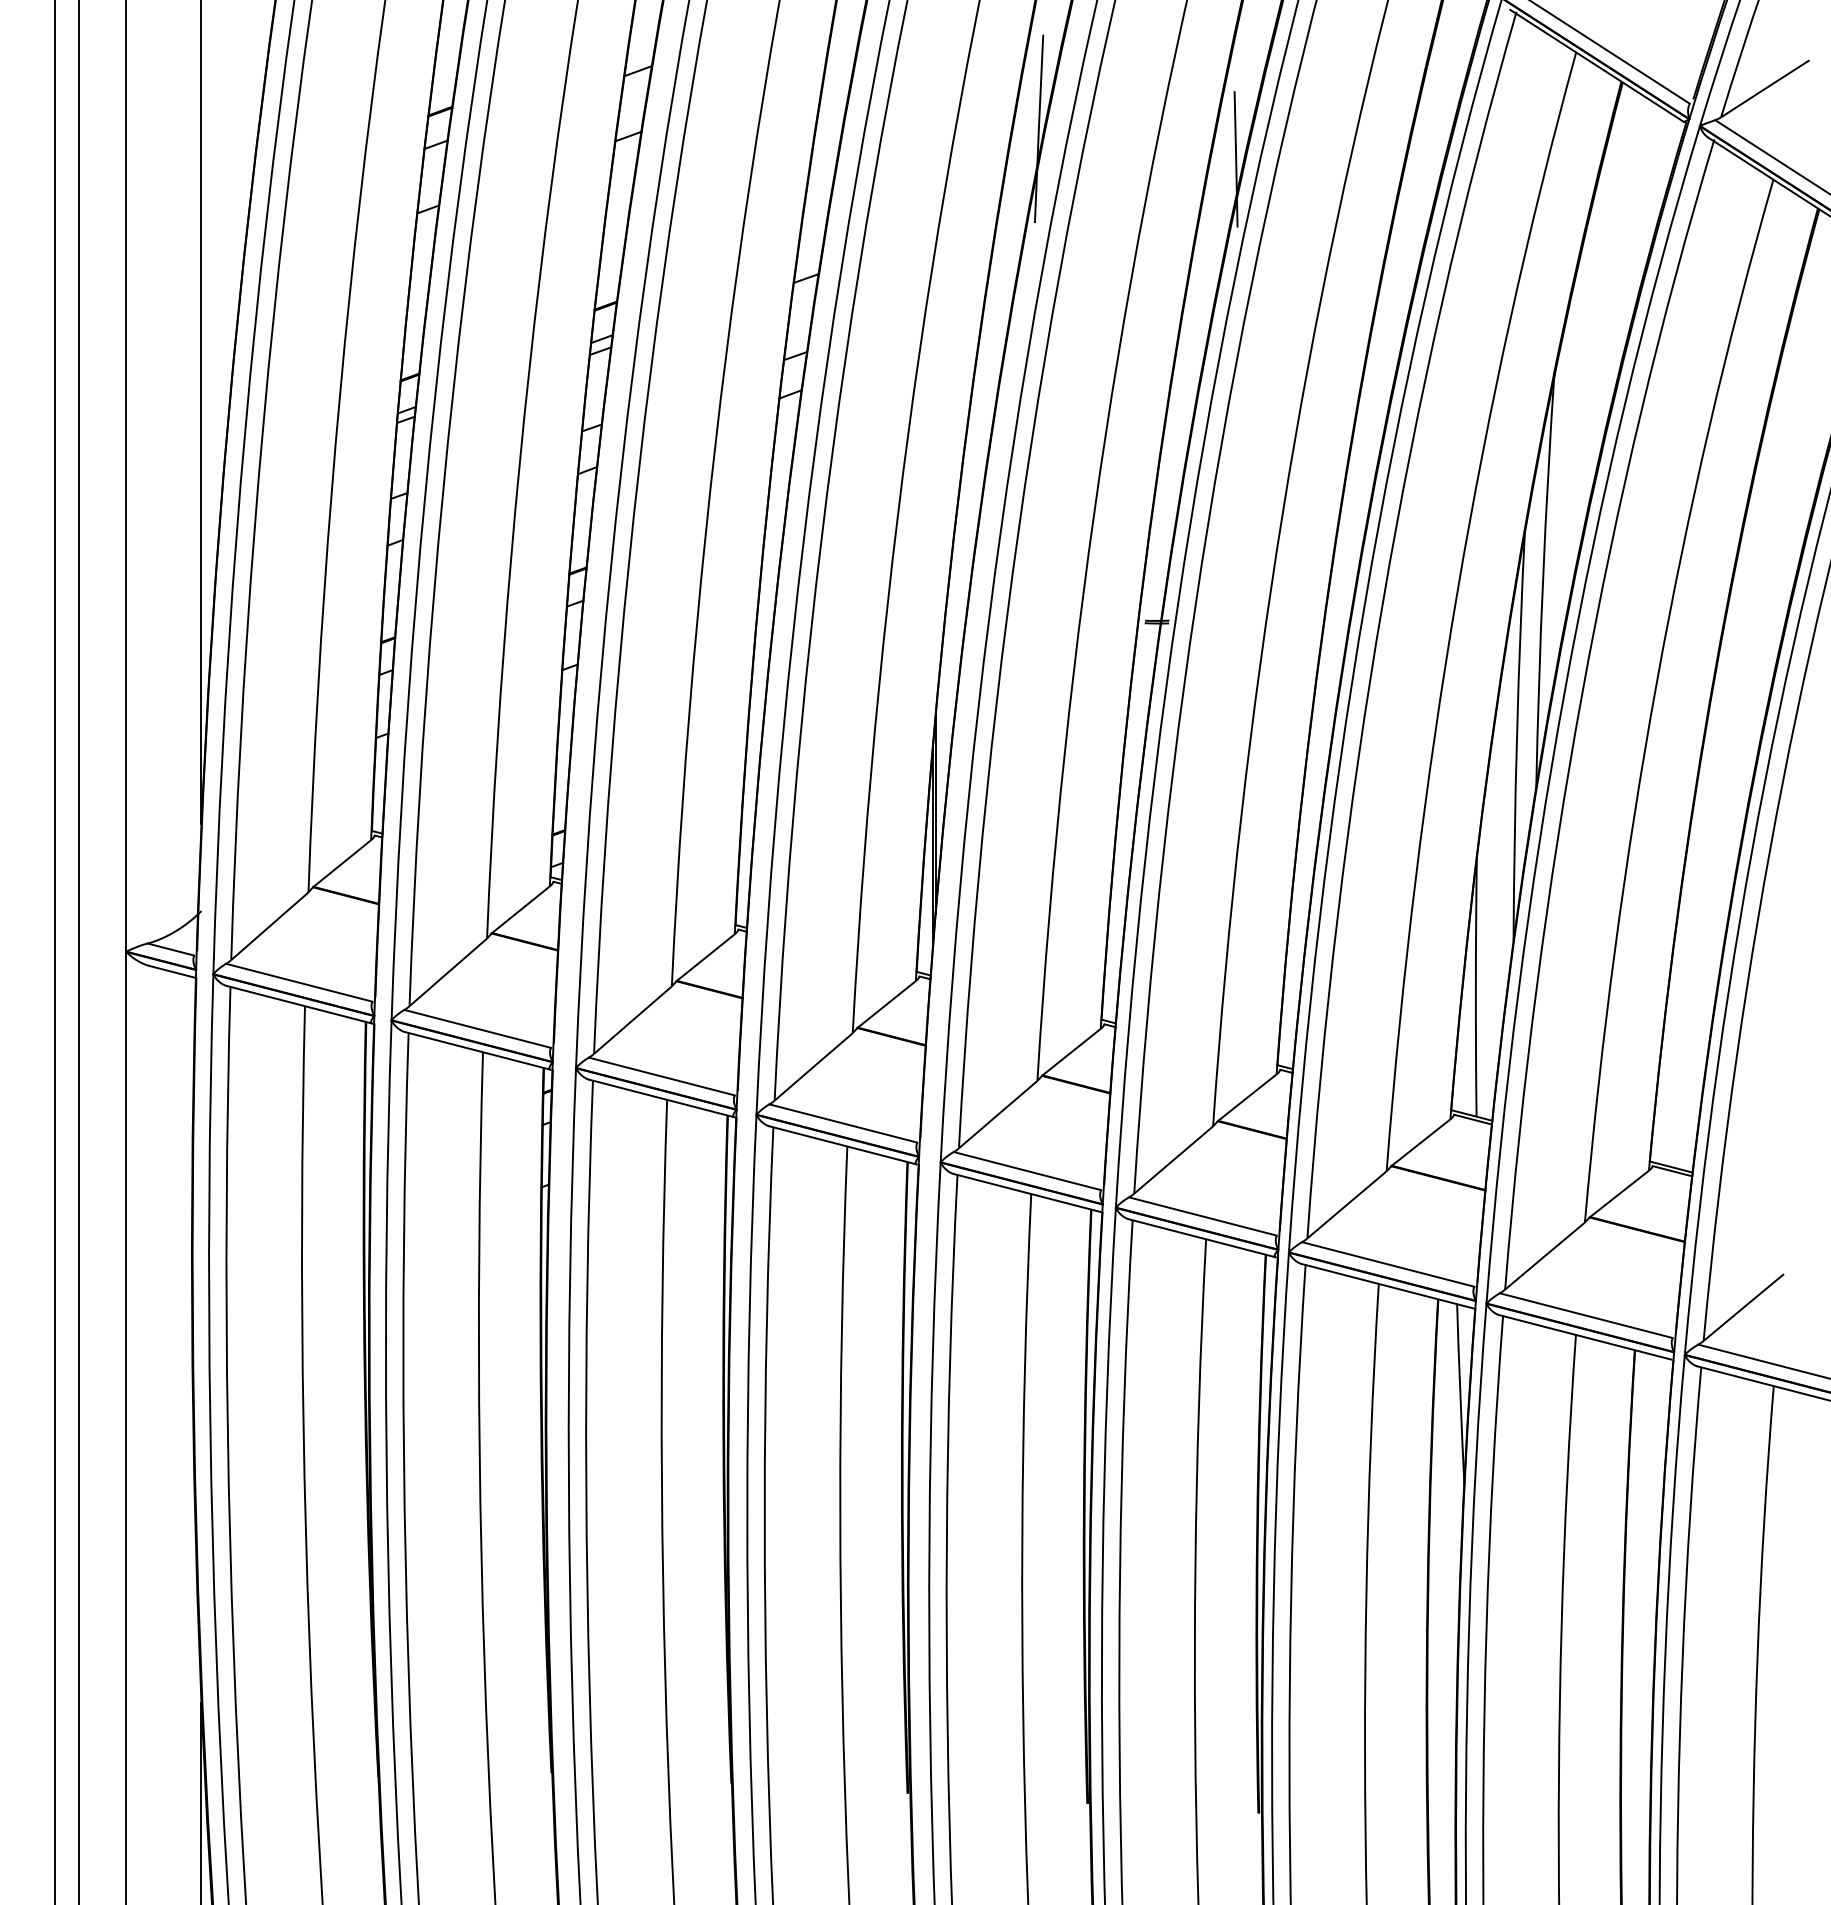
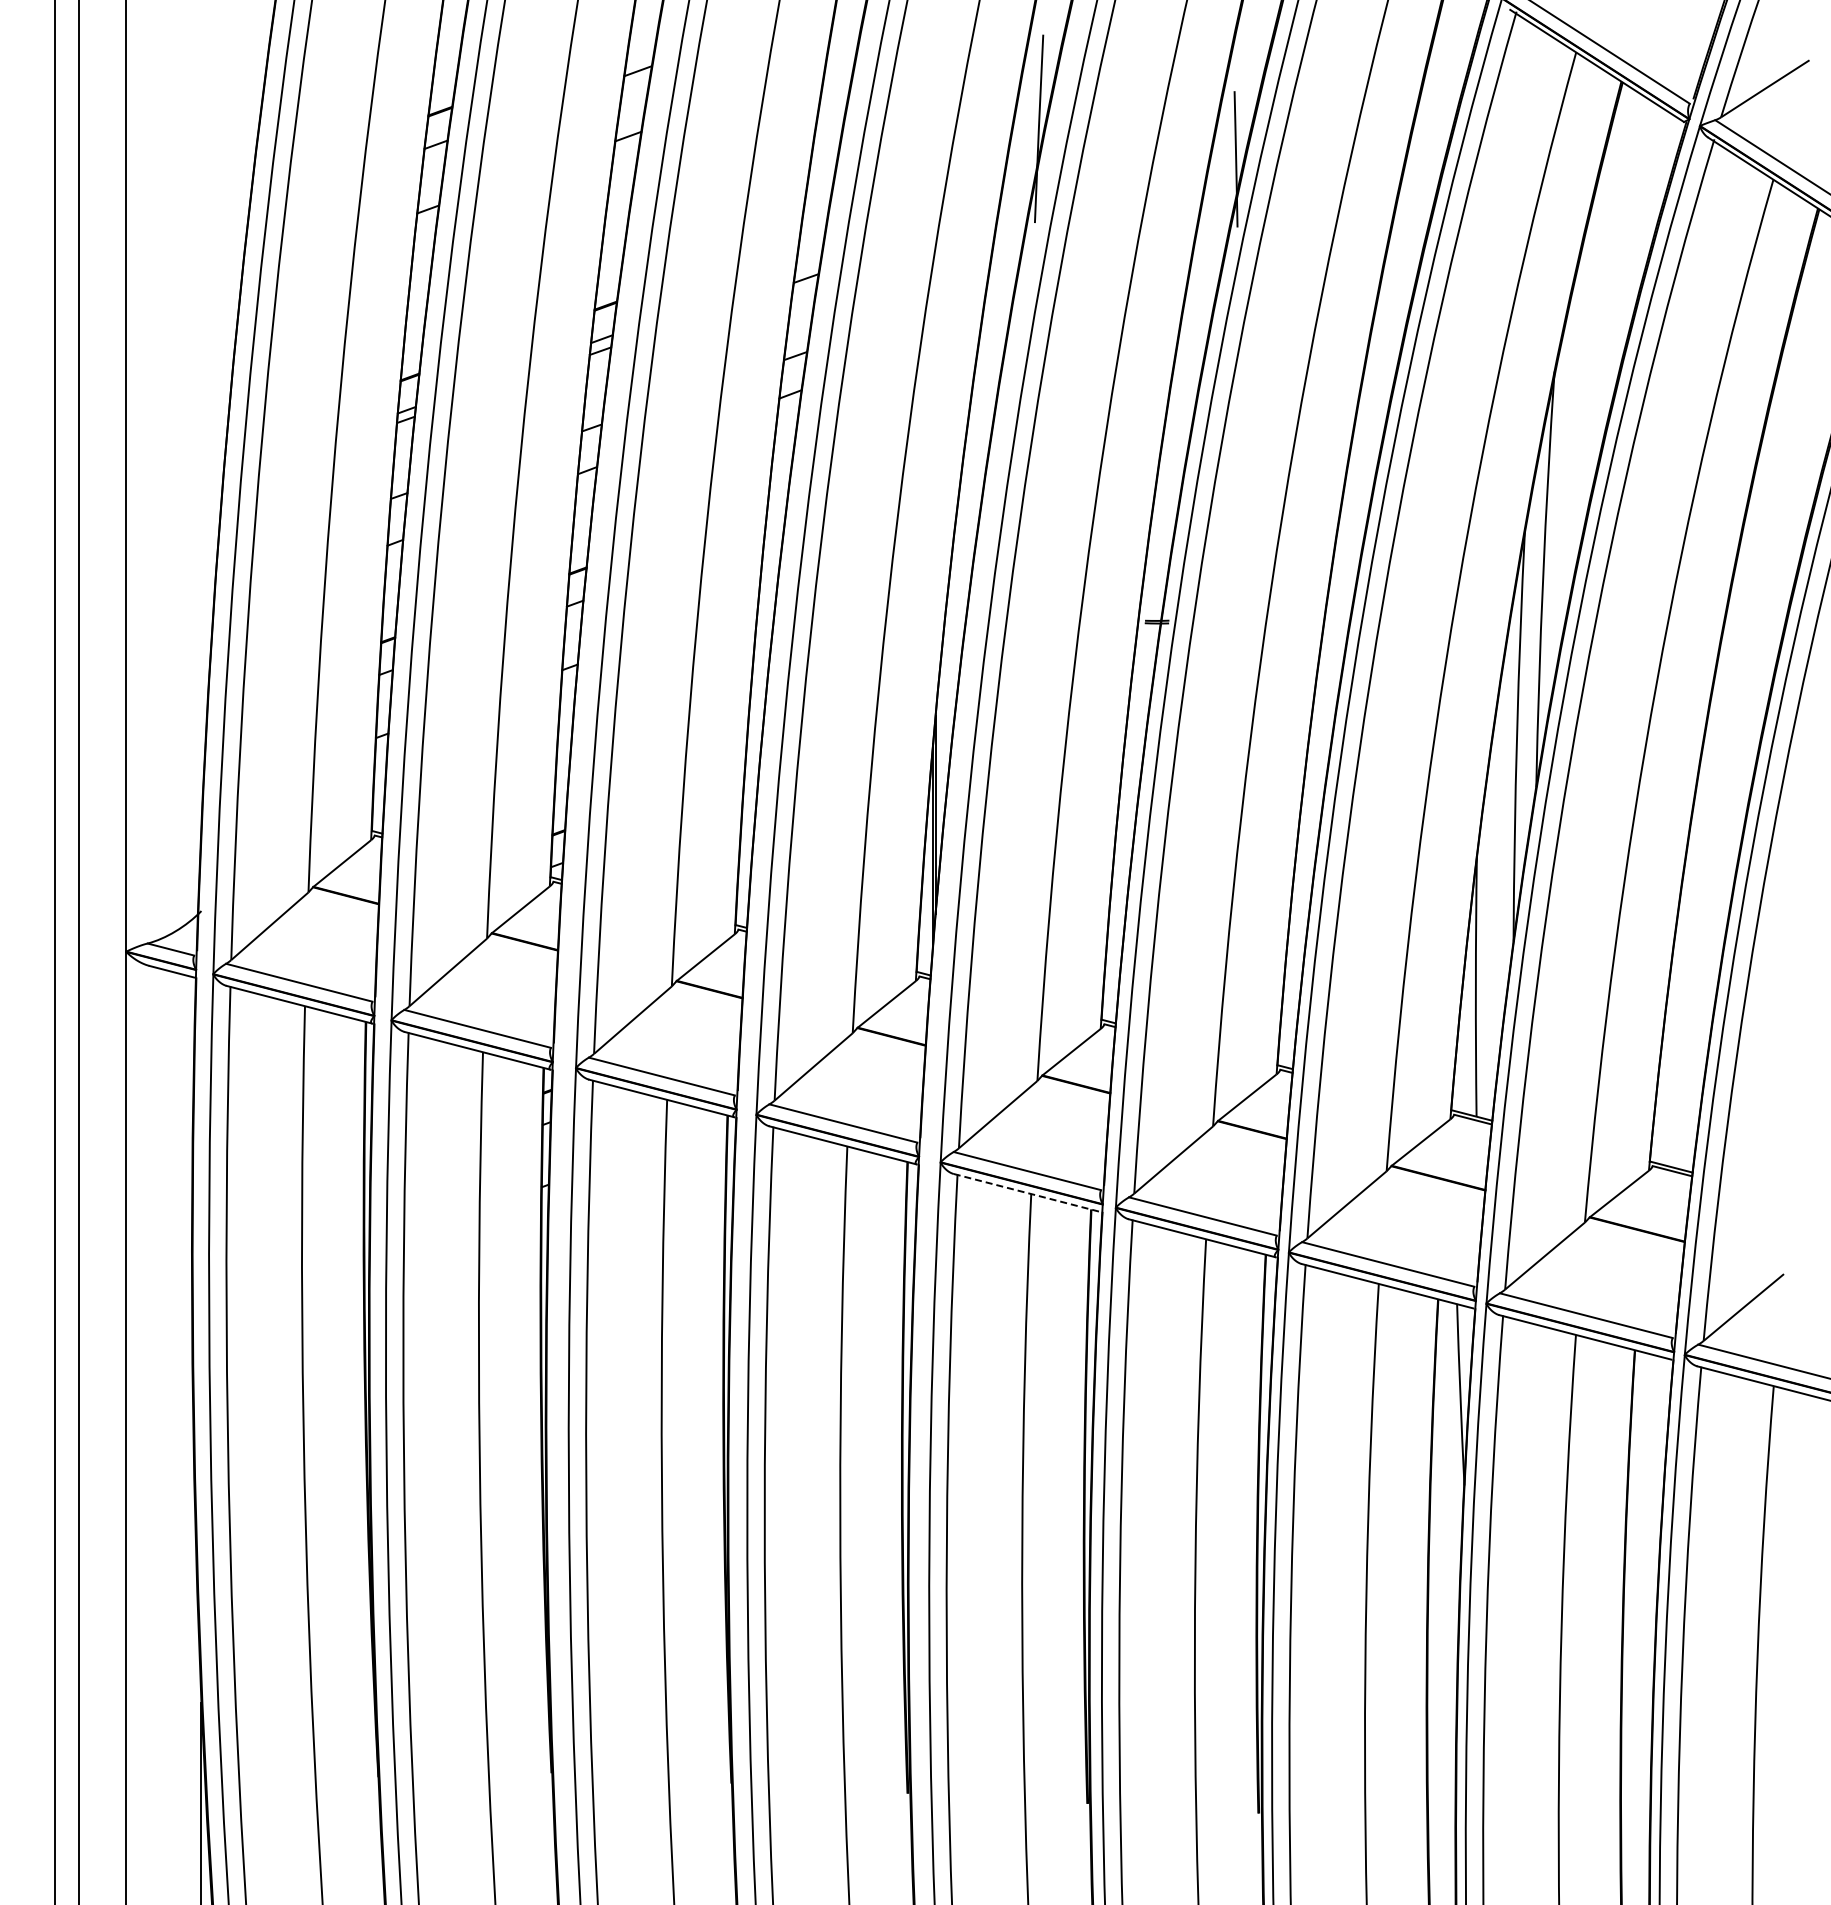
line at (201, 412): present -> none
line at (1027, 1192): solid -> dashed
